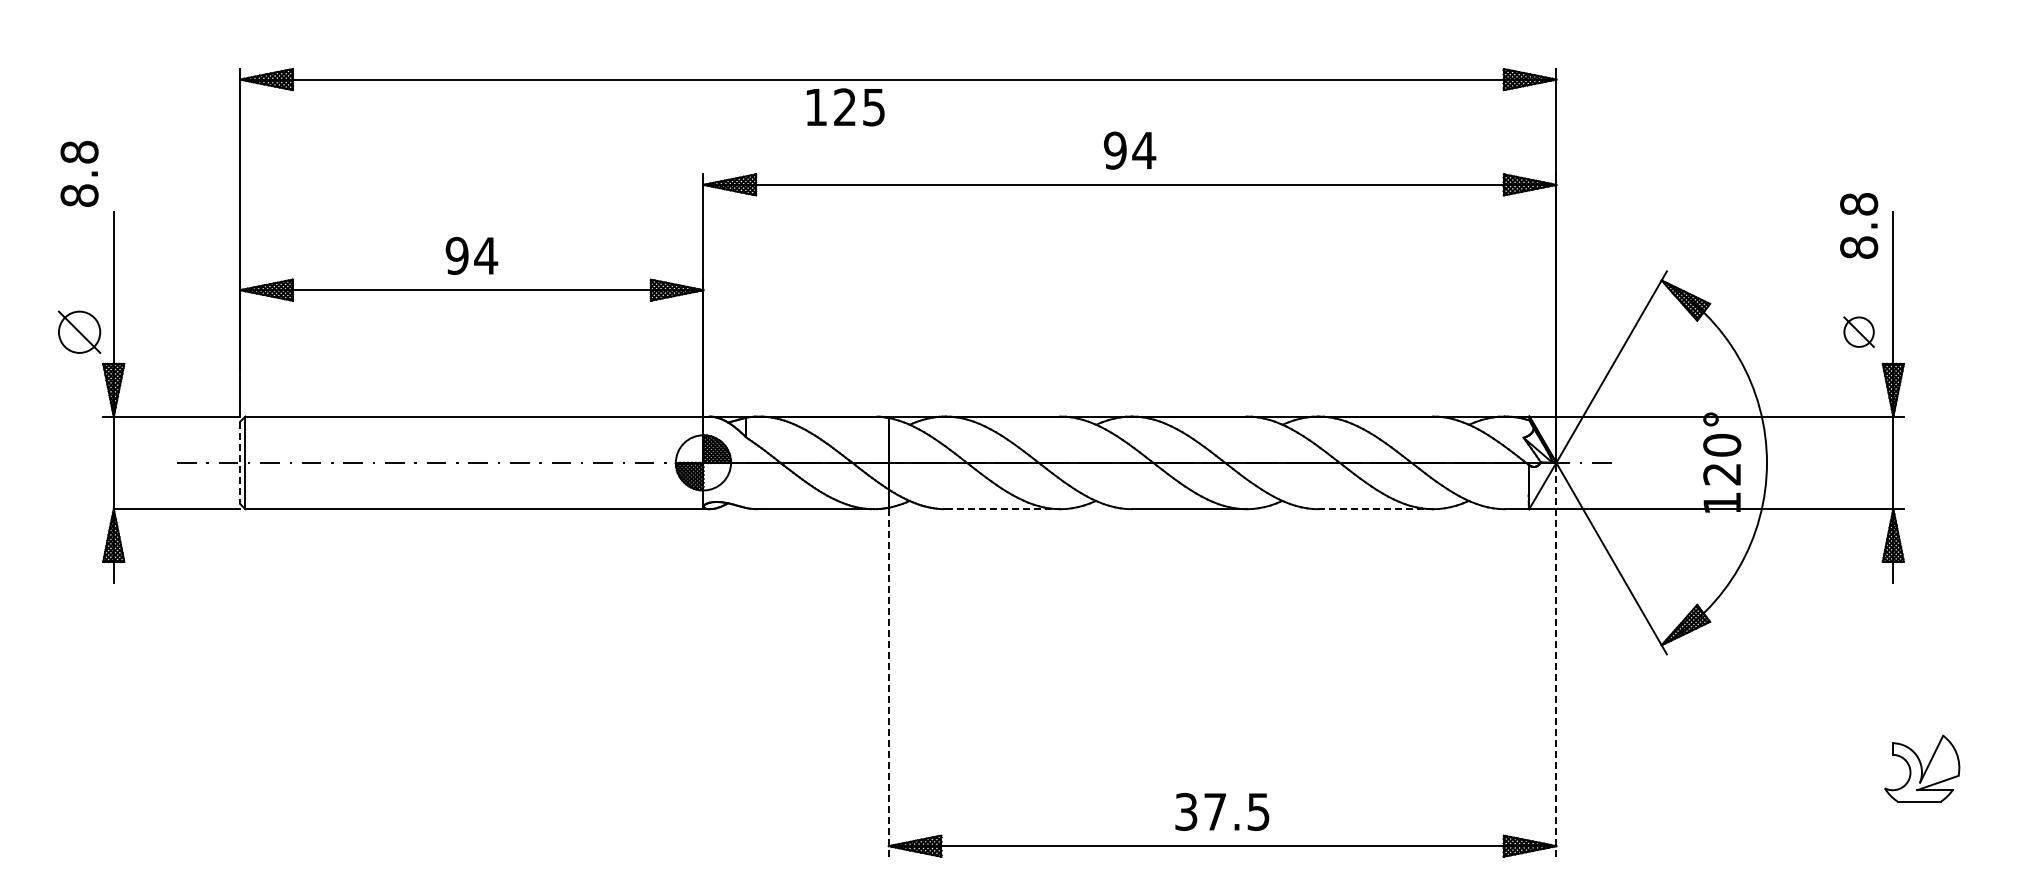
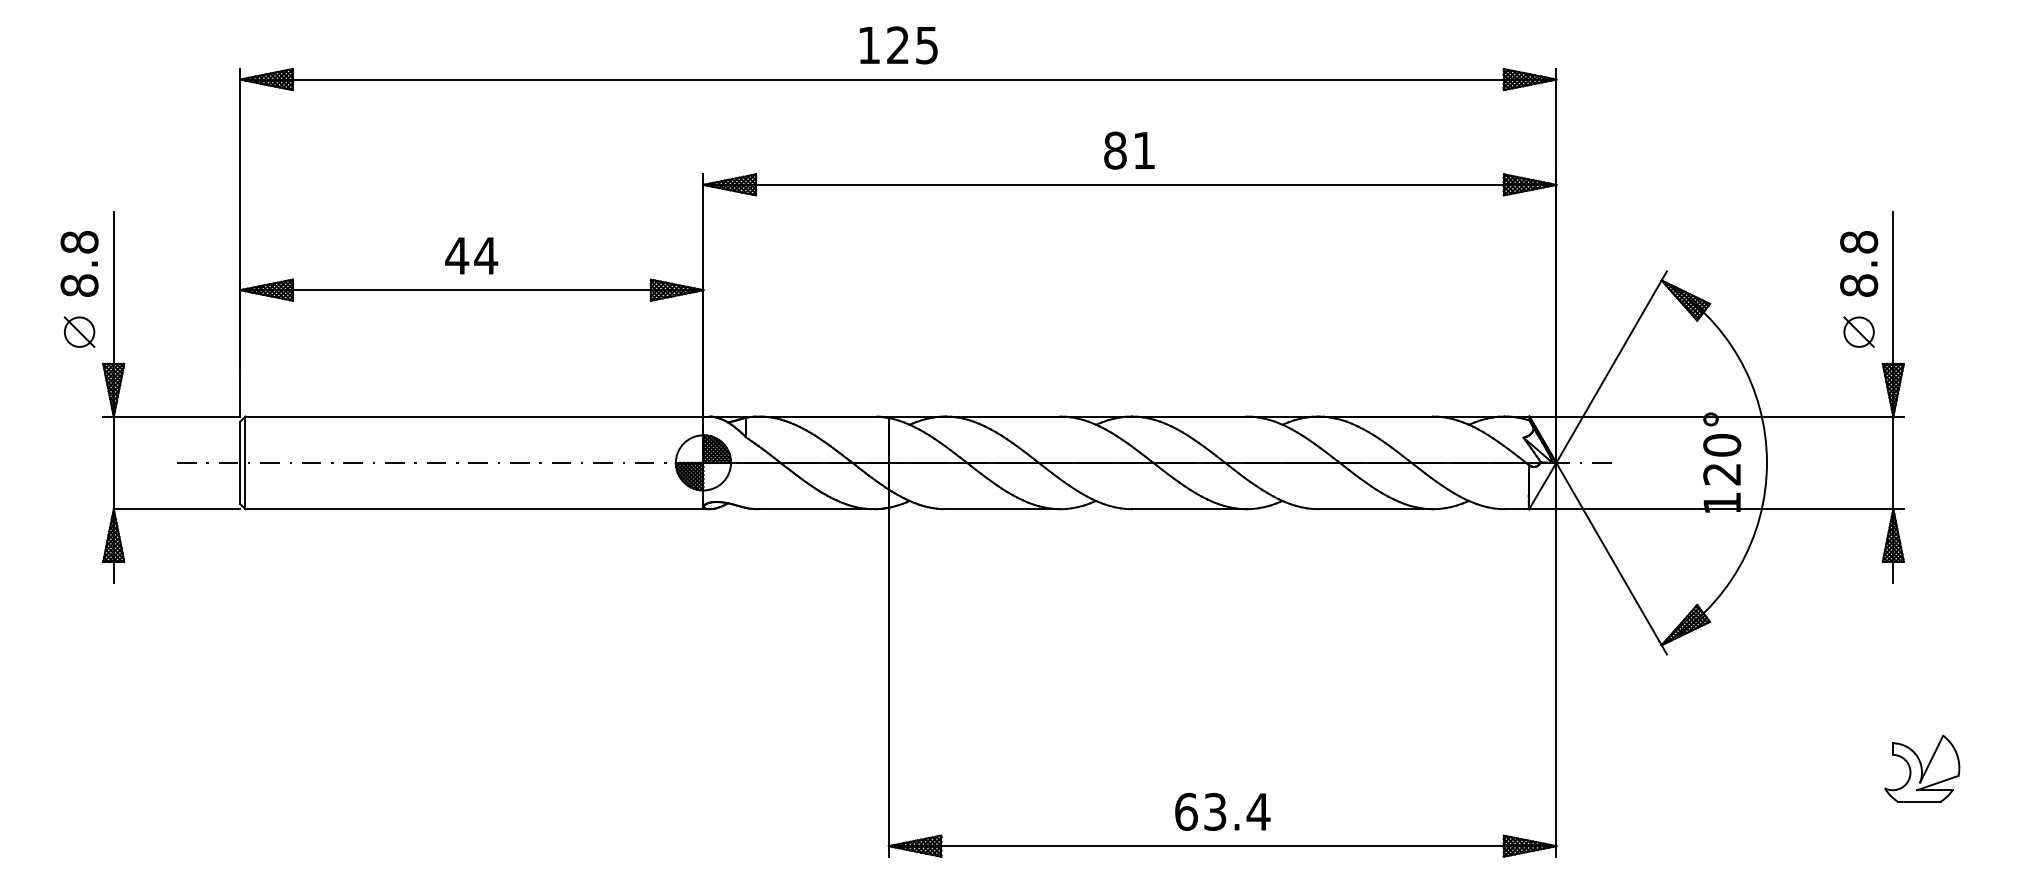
text at (845, 107) position: (845, 107) -> (898, 45)
text at (1129, 150): 94 -> 81
text at (79, 173) position: (79, 173) -> (79, 263)
text at (1859, 225) position: (1859, 225) -> (1859, 263)
text at (457, 255): 94 -> 44
part at (79, 331) size: 45x44 px -> 33x32 px
line at (240, 463): dashed -> solid
line at (1003, 509): dashed -> solid
line at (1376, 509): dashed -> solid
line at (1556, 659): dashed -> solid
line at (888, 682): dashed -> solid
text at (1222, 811): 37.5 -> 63.4
